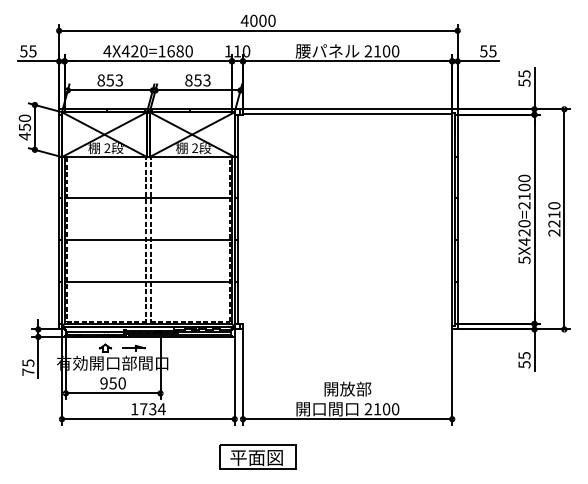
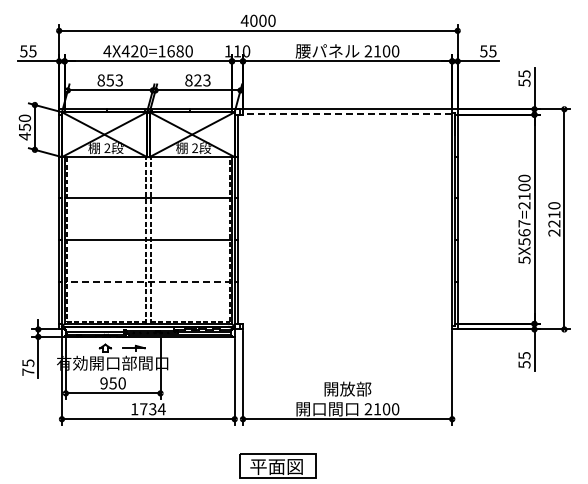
text at (197, 80): 853 -> 823
line at (347, 114): solid -> dashed
text at (524, 232): 5X420=2100 -> 5X567=2100
line at (148, 282): solid -> dashed
part at (257, 456) position: (257, 456) -> (277, 465)
